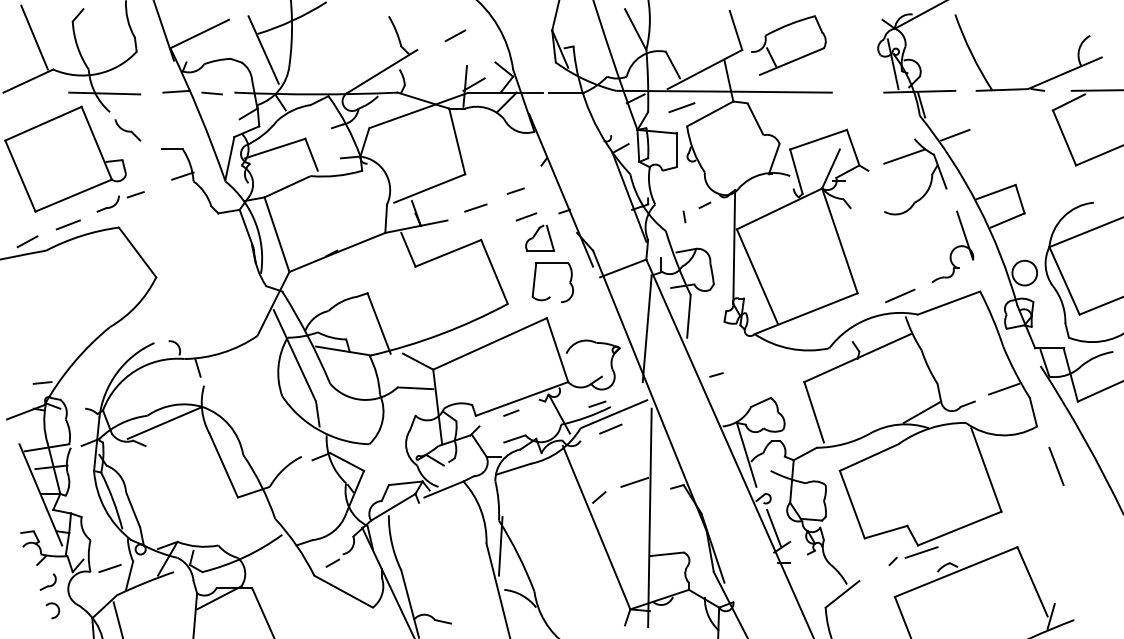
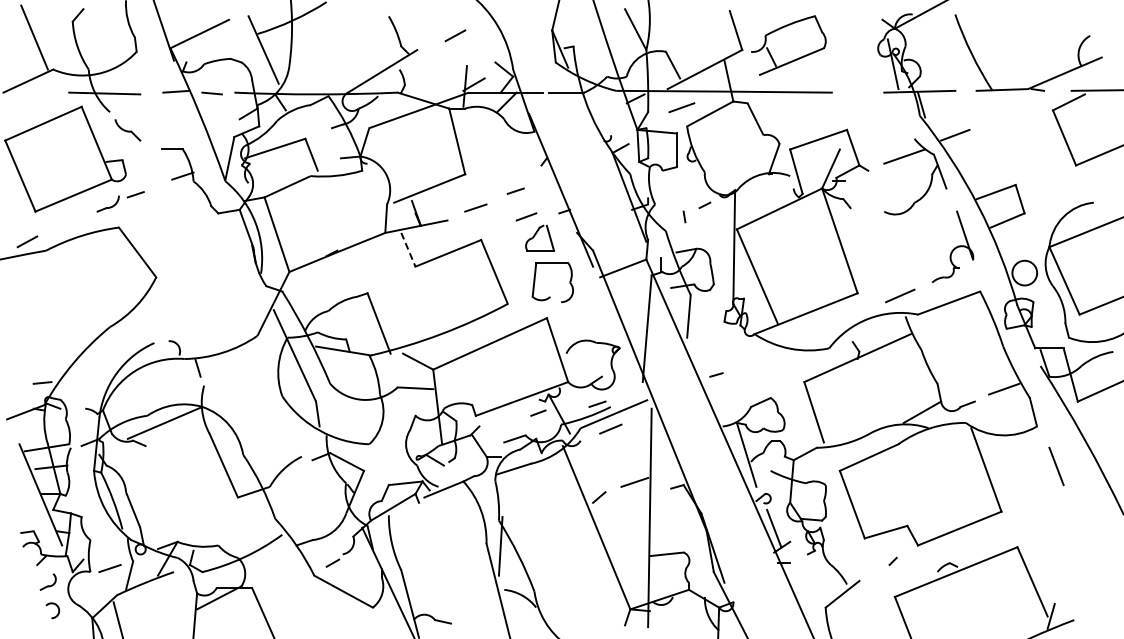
line at (67, 224): present -> none
line at (408, 250): solid -> dashed
line at (511, 412) position: (511, 412) -> (538, 412)
line at (921, 552): present -> none
